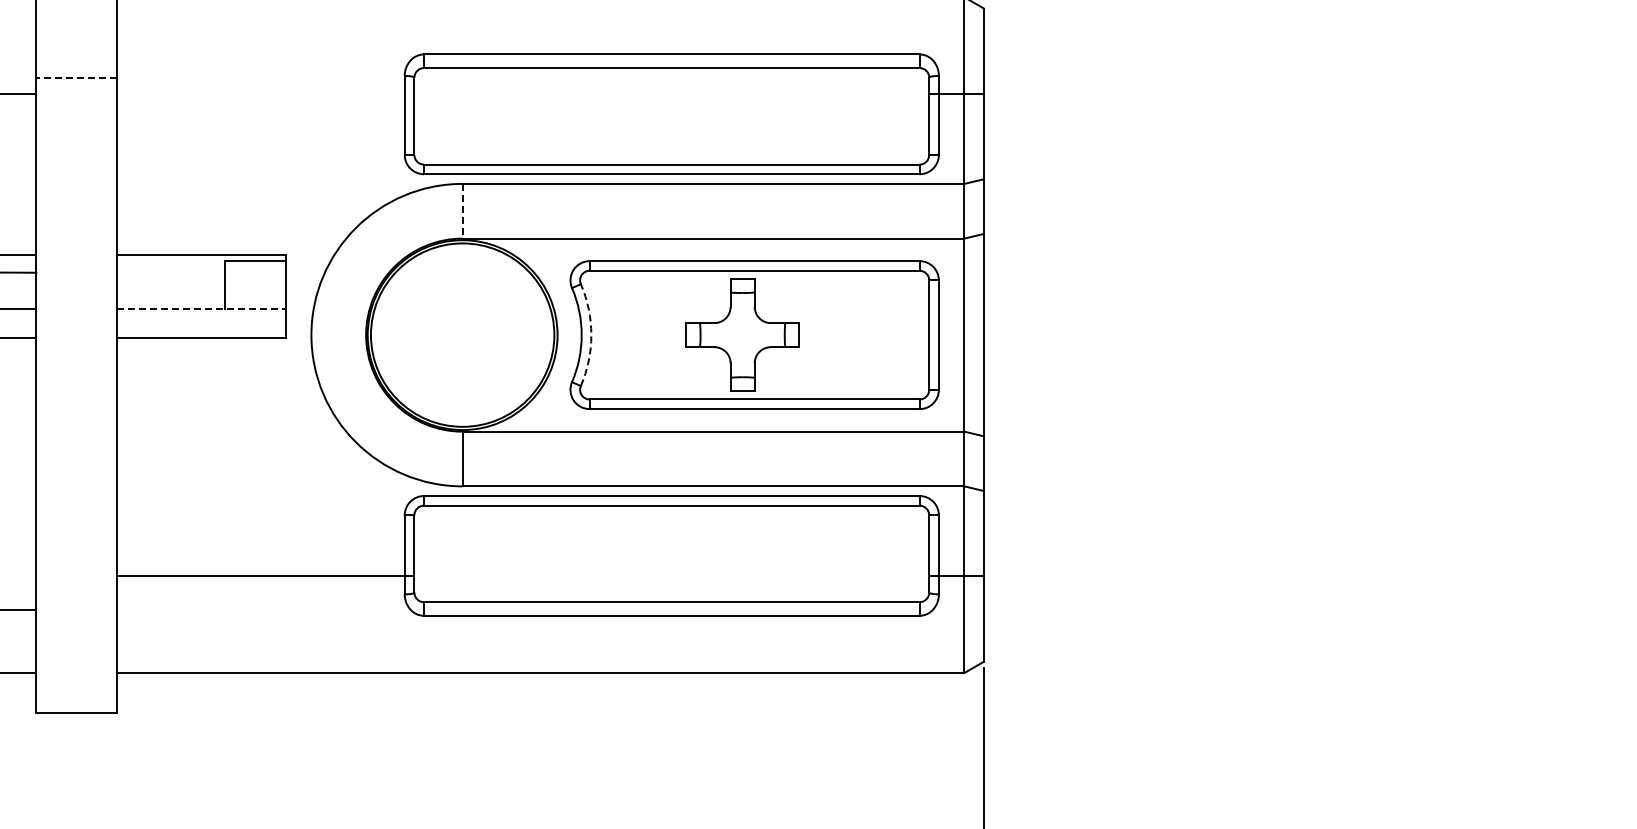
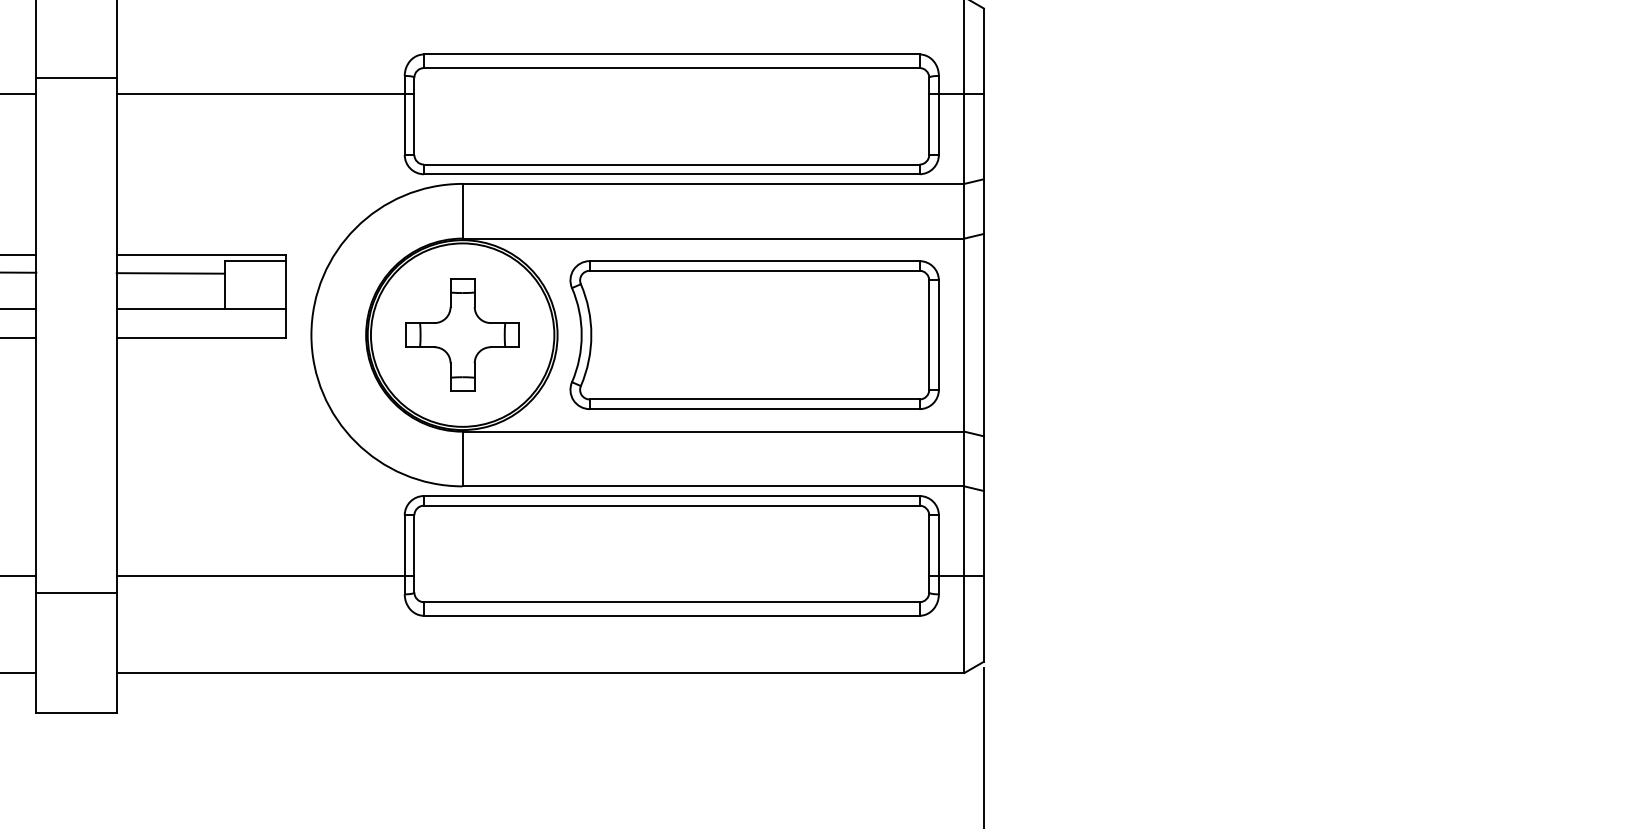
line at (76, 77): dashed -> solid
line at (265, 93): none -> present
line at (462, 211): dashed -> solid
line at (170, 273): none -> present
line at (201, 309): dashed -> solid
part at (742, 334) position: (742, 334) -> (462, 334)
arc at (591, 335): dashed -> solid
line at (76, 592): none -> present
line at (19, 610) position: (19, 610) -> (19, 576)
